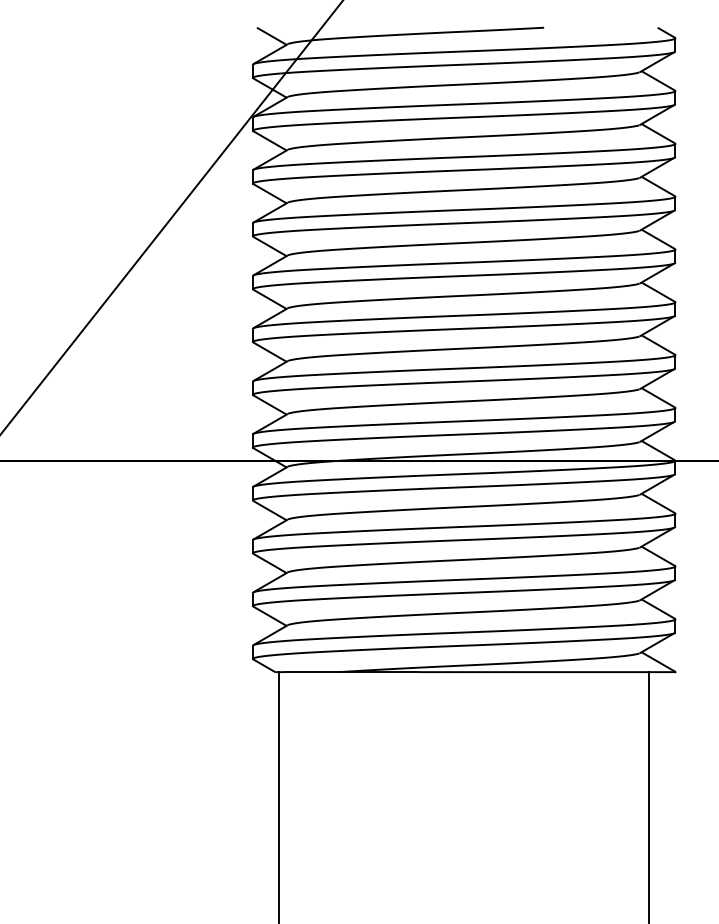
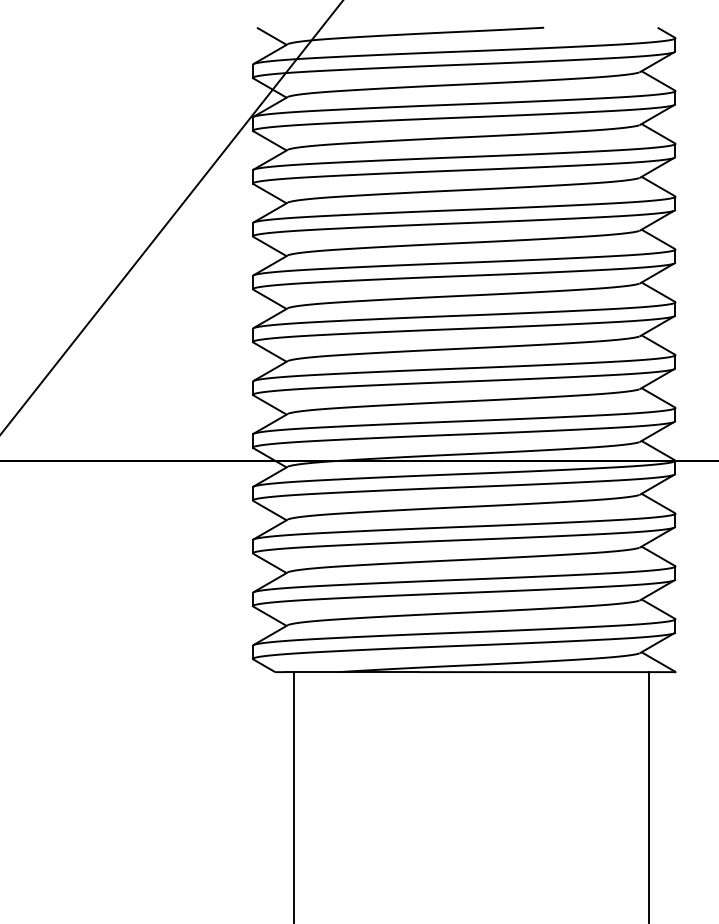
line at (279, 796) position: (279, 796) -> (294, 796)
